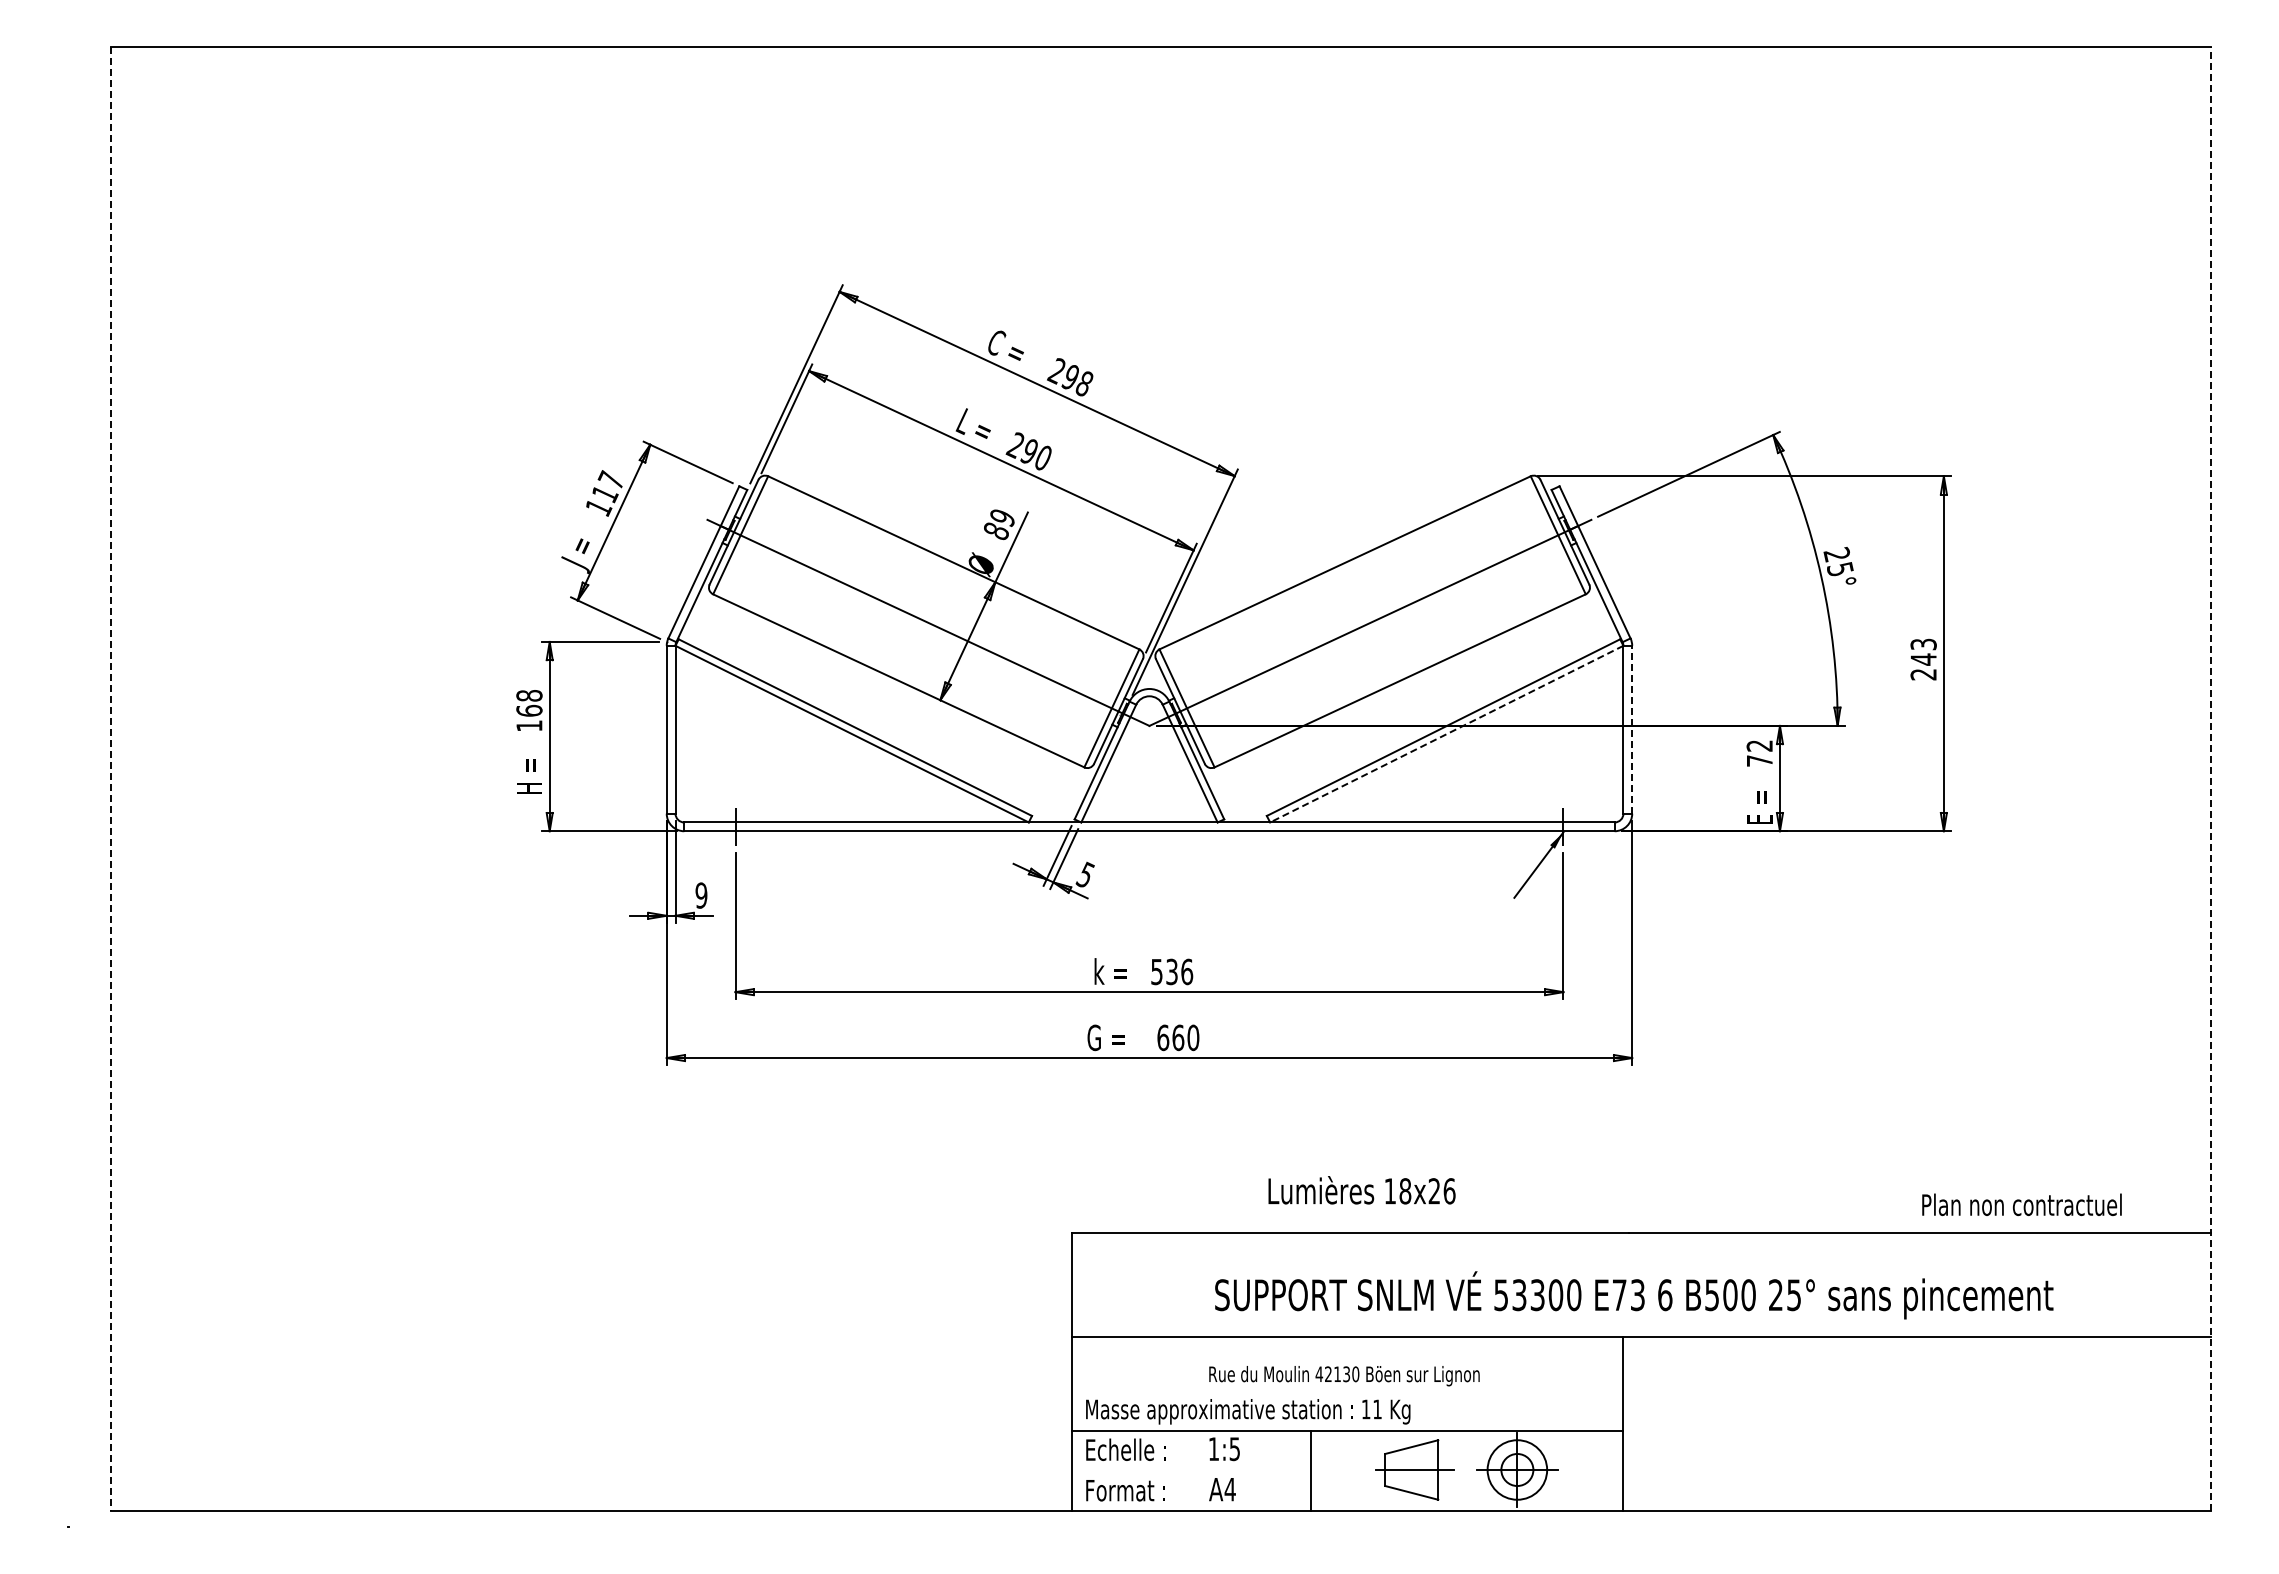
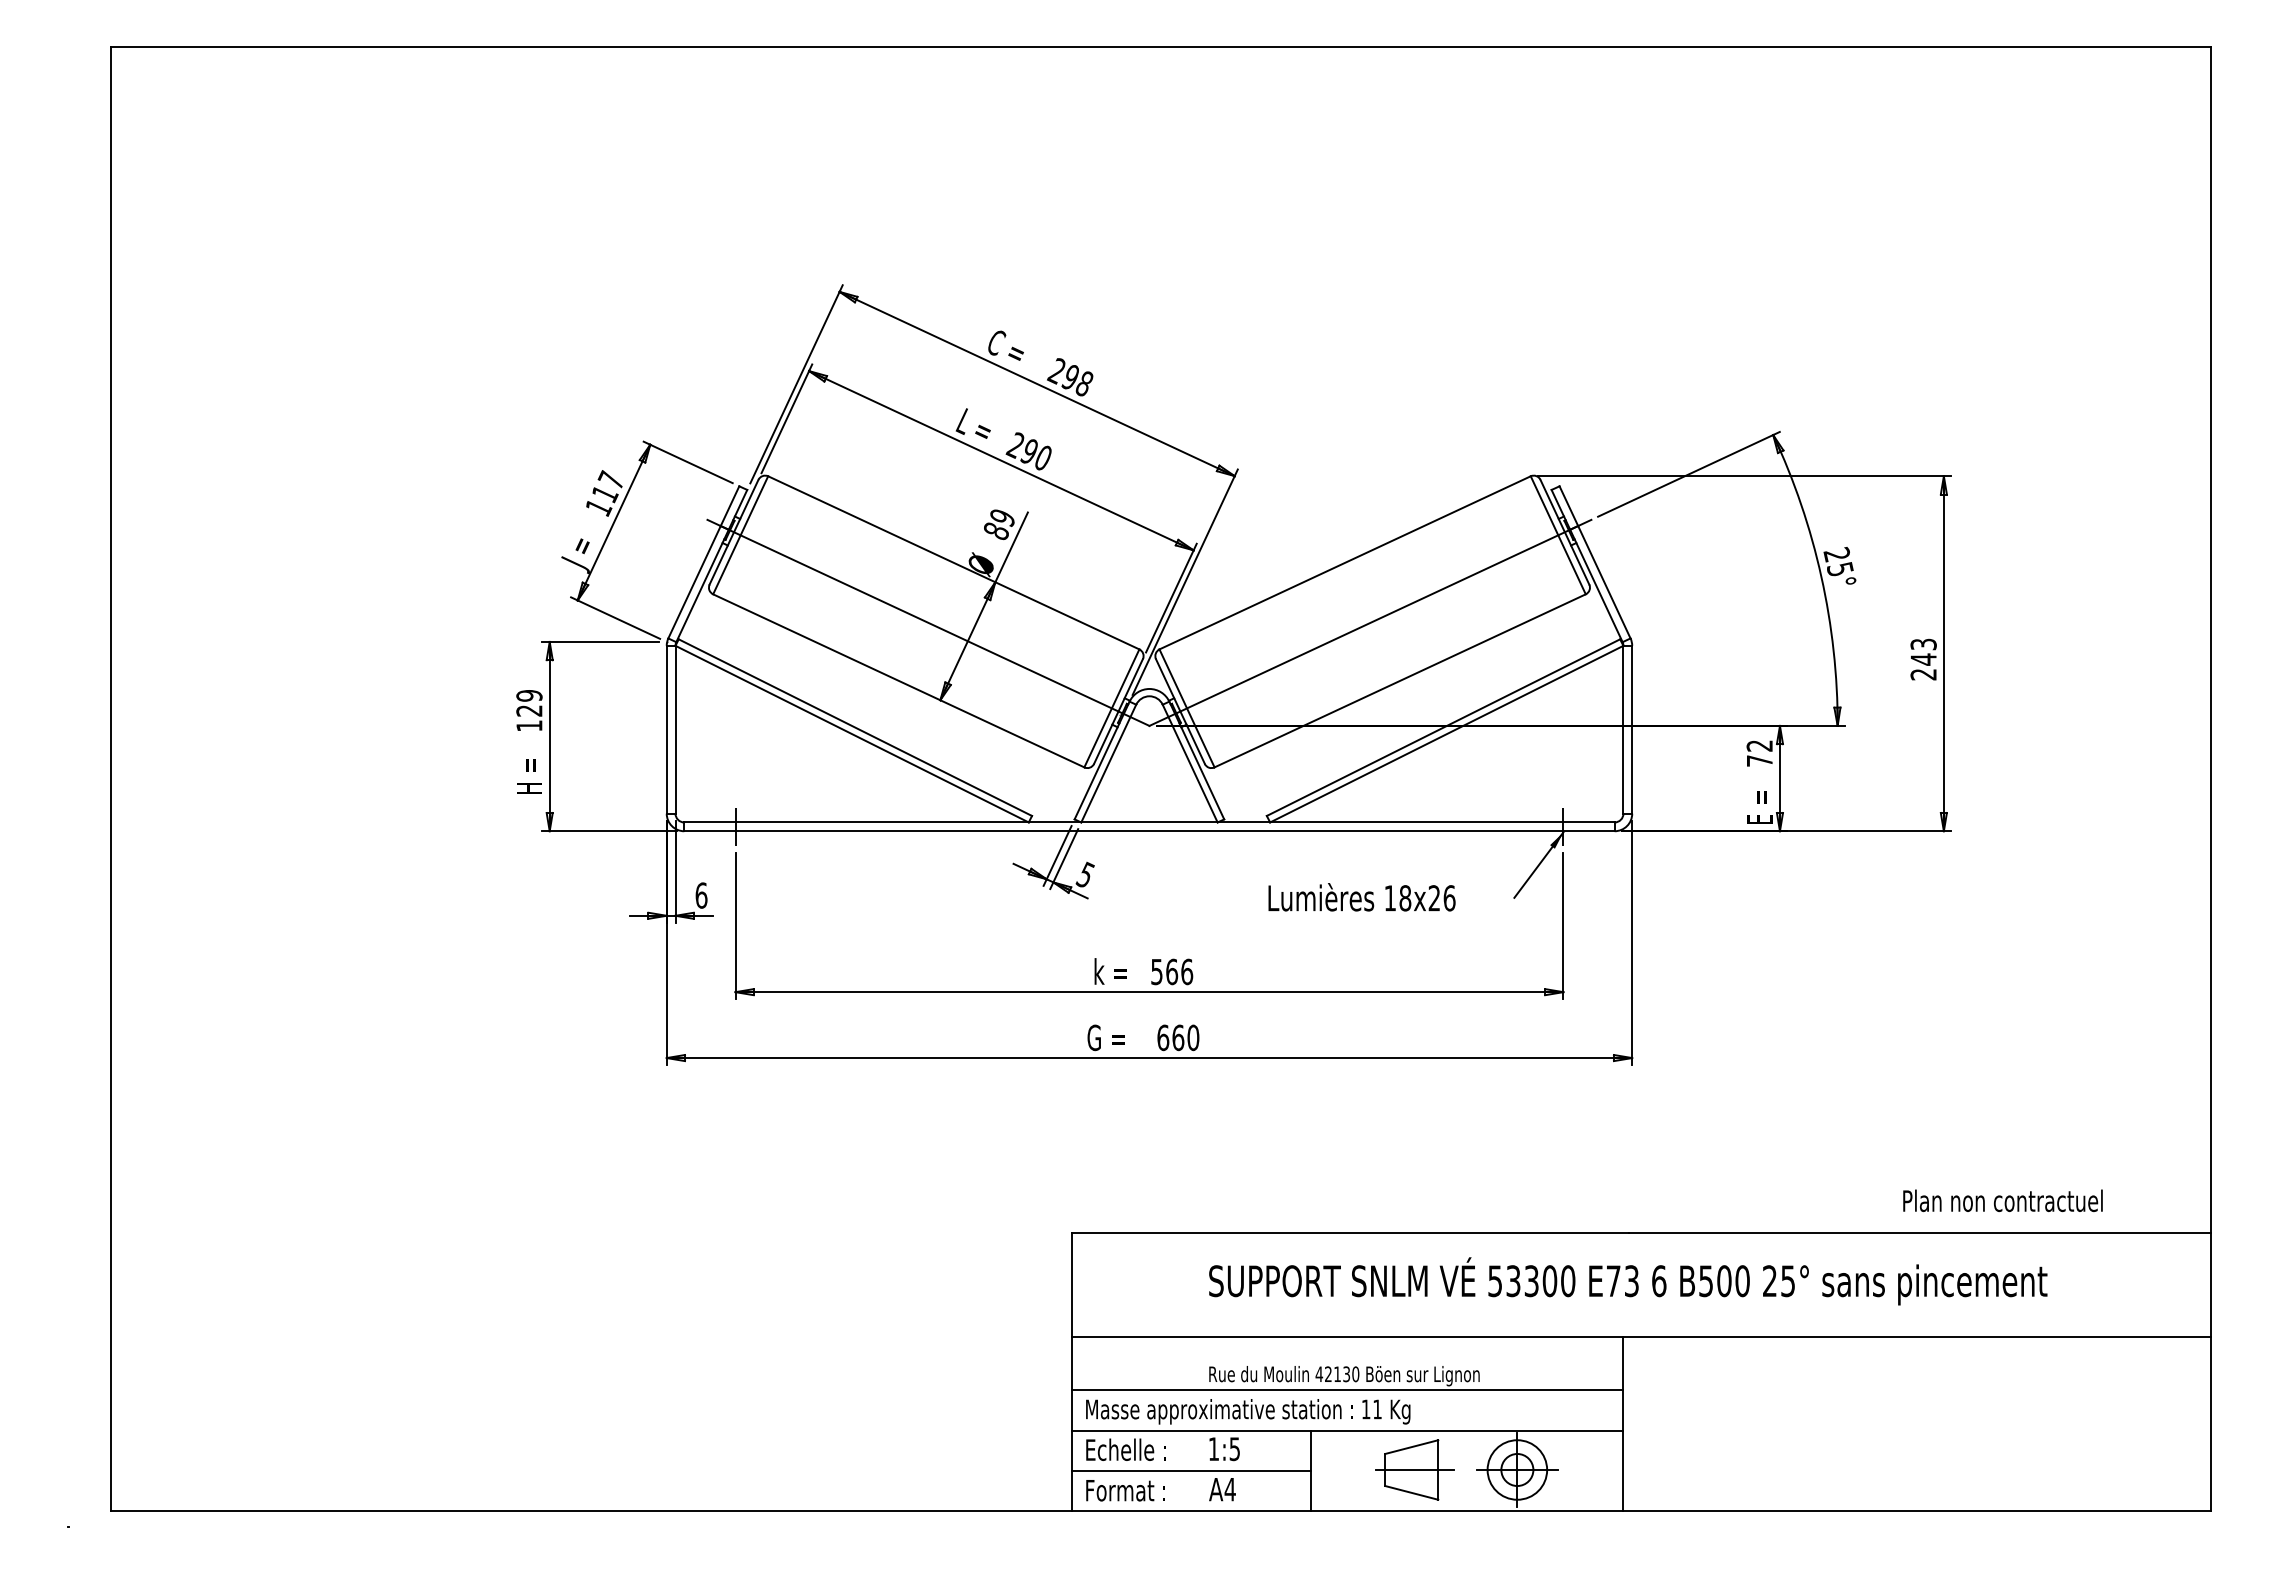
text at (529, 703): 168 -> 129
line at (1632, 729): dashed -> solid
line at (1446, 734): dashed -> solid
line at (111, 779): dashed -> solid
line at (2210, 779): dashed -> solid
text at (701, 895): 9 -> 6
text at (1172, 971): 536 -> 566
text at (1361, 1190) position: (1361, 1190) -> (1361, 897)
text at (2021, 1204) position: (2021, 1204) -> (2002, 1200)
text at (1634, 1295) position: (1634, 1295) -> (1628, 1281)
line at (1347, 1390): none -> present
line at (1191, 1470): none -> present
